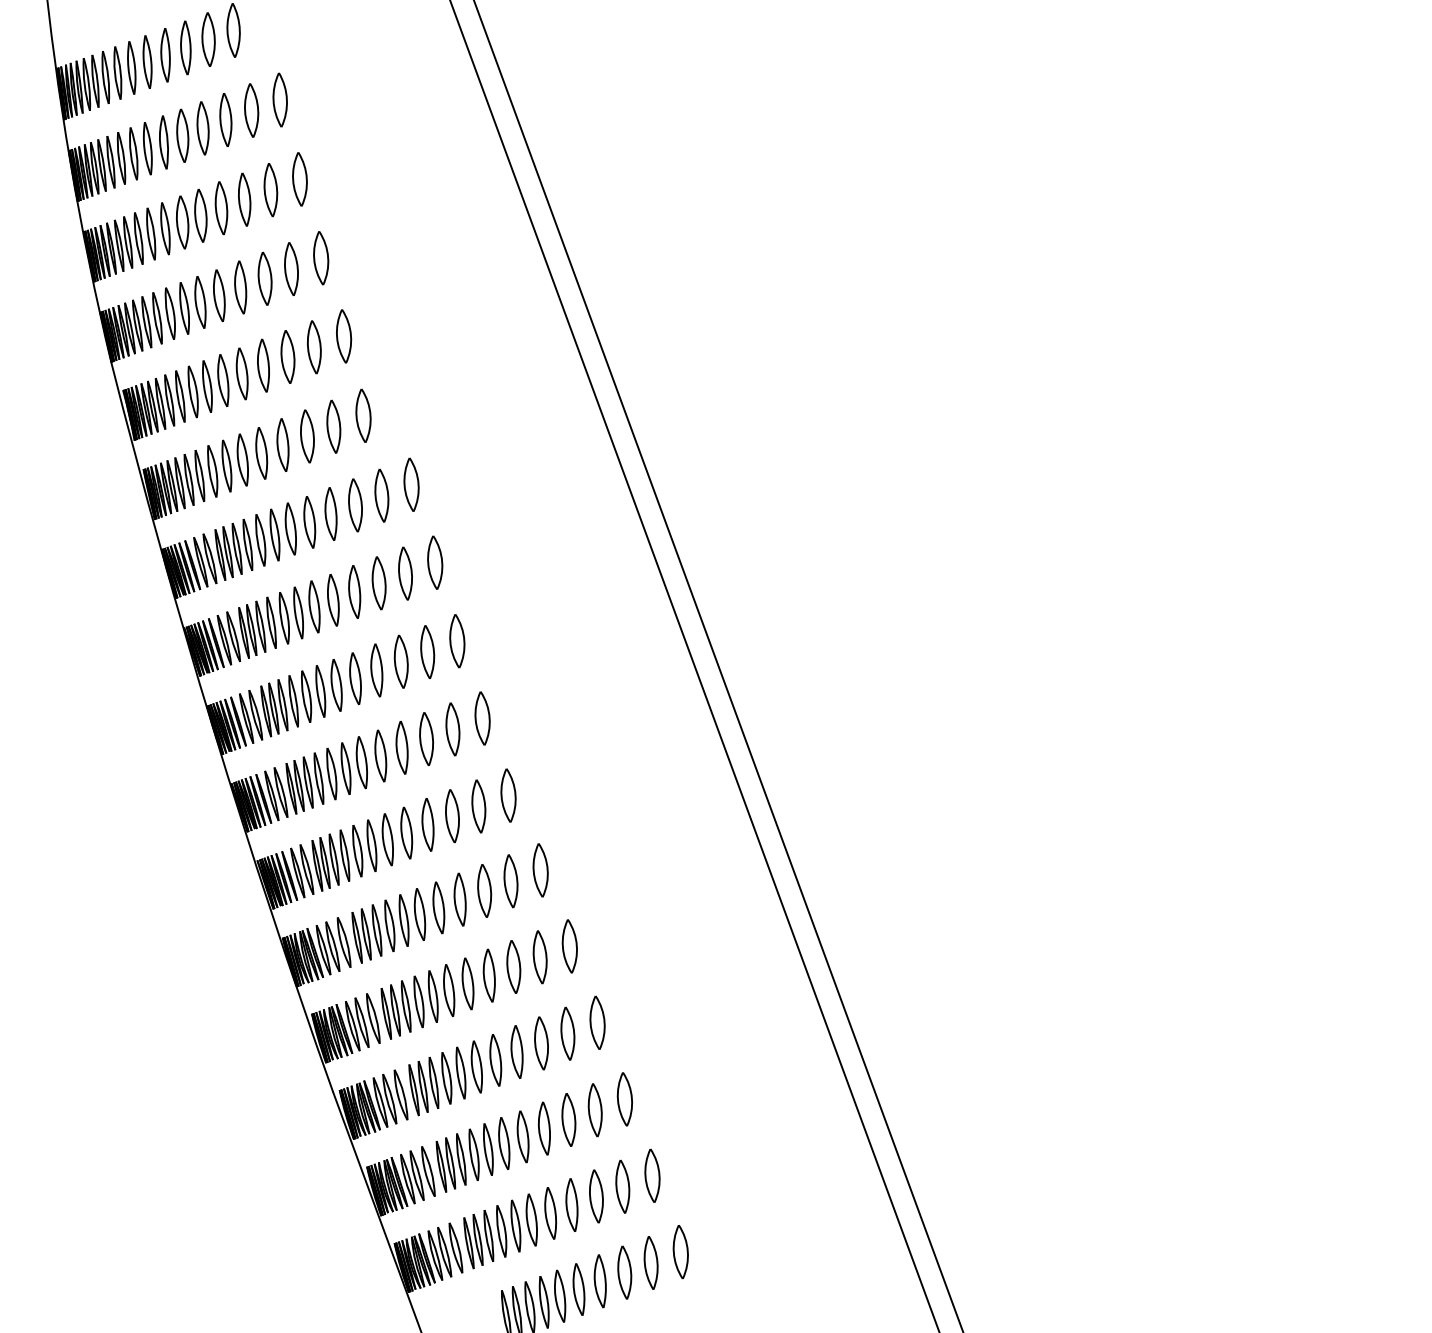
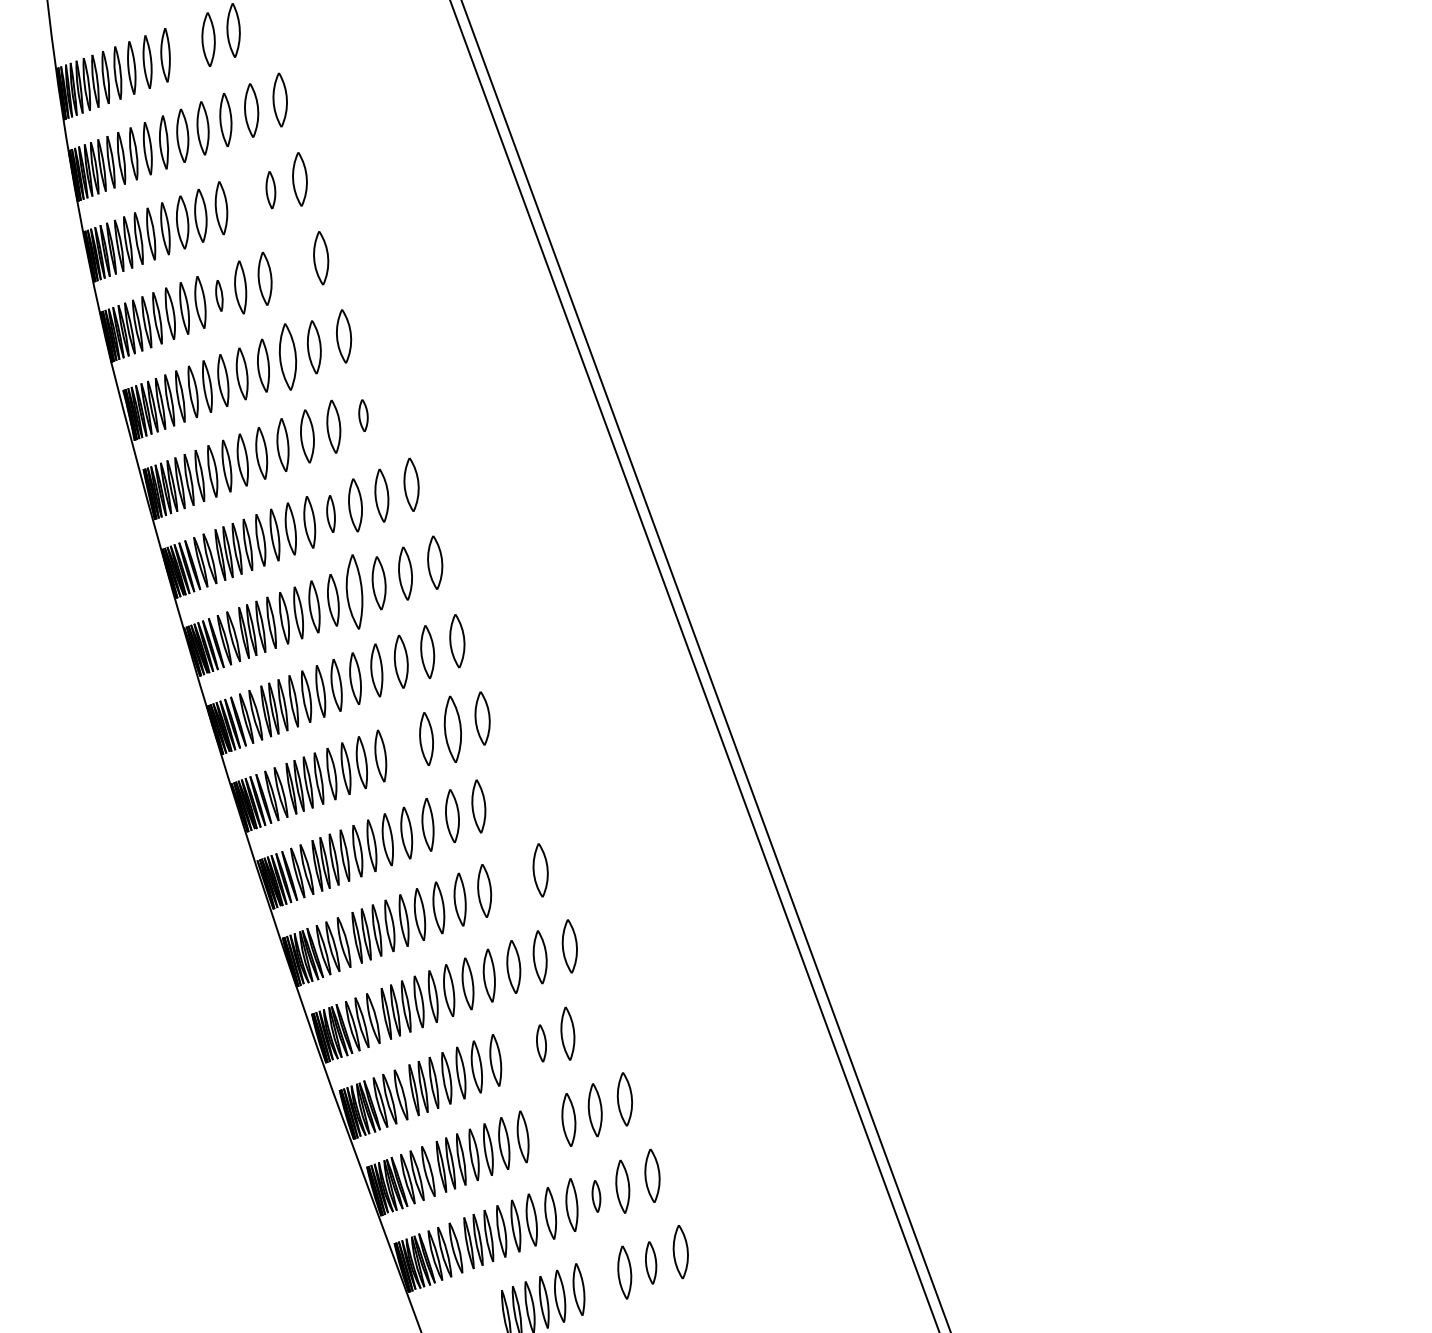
part at (185, 47): present -> none
part at (270, 190) size: 16x55 px -> 12x39 px
part at (244, 199): present -> none
part at (291, 268): present -> none
part at (219, 295) size: 13x54 px -> 9x32 px
part at (287, 356) size: 16x54 px -> 20x68 px
part at (363, 415) size: 17x55 px -> 11x33 px
part at (330, 513) size: 14x54 px -> 10x38 px
part at (354, 591) size: 14x54 px -> 19x76 px
line at (718, 665) position: (718, 665) -> (705, 665)
part at (452, 729) size: 16x55 px -> 19x68 px
part at (401, 747): present -> none
part at (508, 795): present -> none
part at (510, 881): present -> none
part at (597, 1022): present -> none
part at (541, 1043) size: 15x55 px -> 11x39 px
part at (516, 1051): present -> none
part at (543, 1128): present -> none
part at (596, 1196) size: 15x55 px -> 11x33 px
part at (650, 1262) size: 16x54 px -> 13x44 px
part at (599, 1281): present -> none
